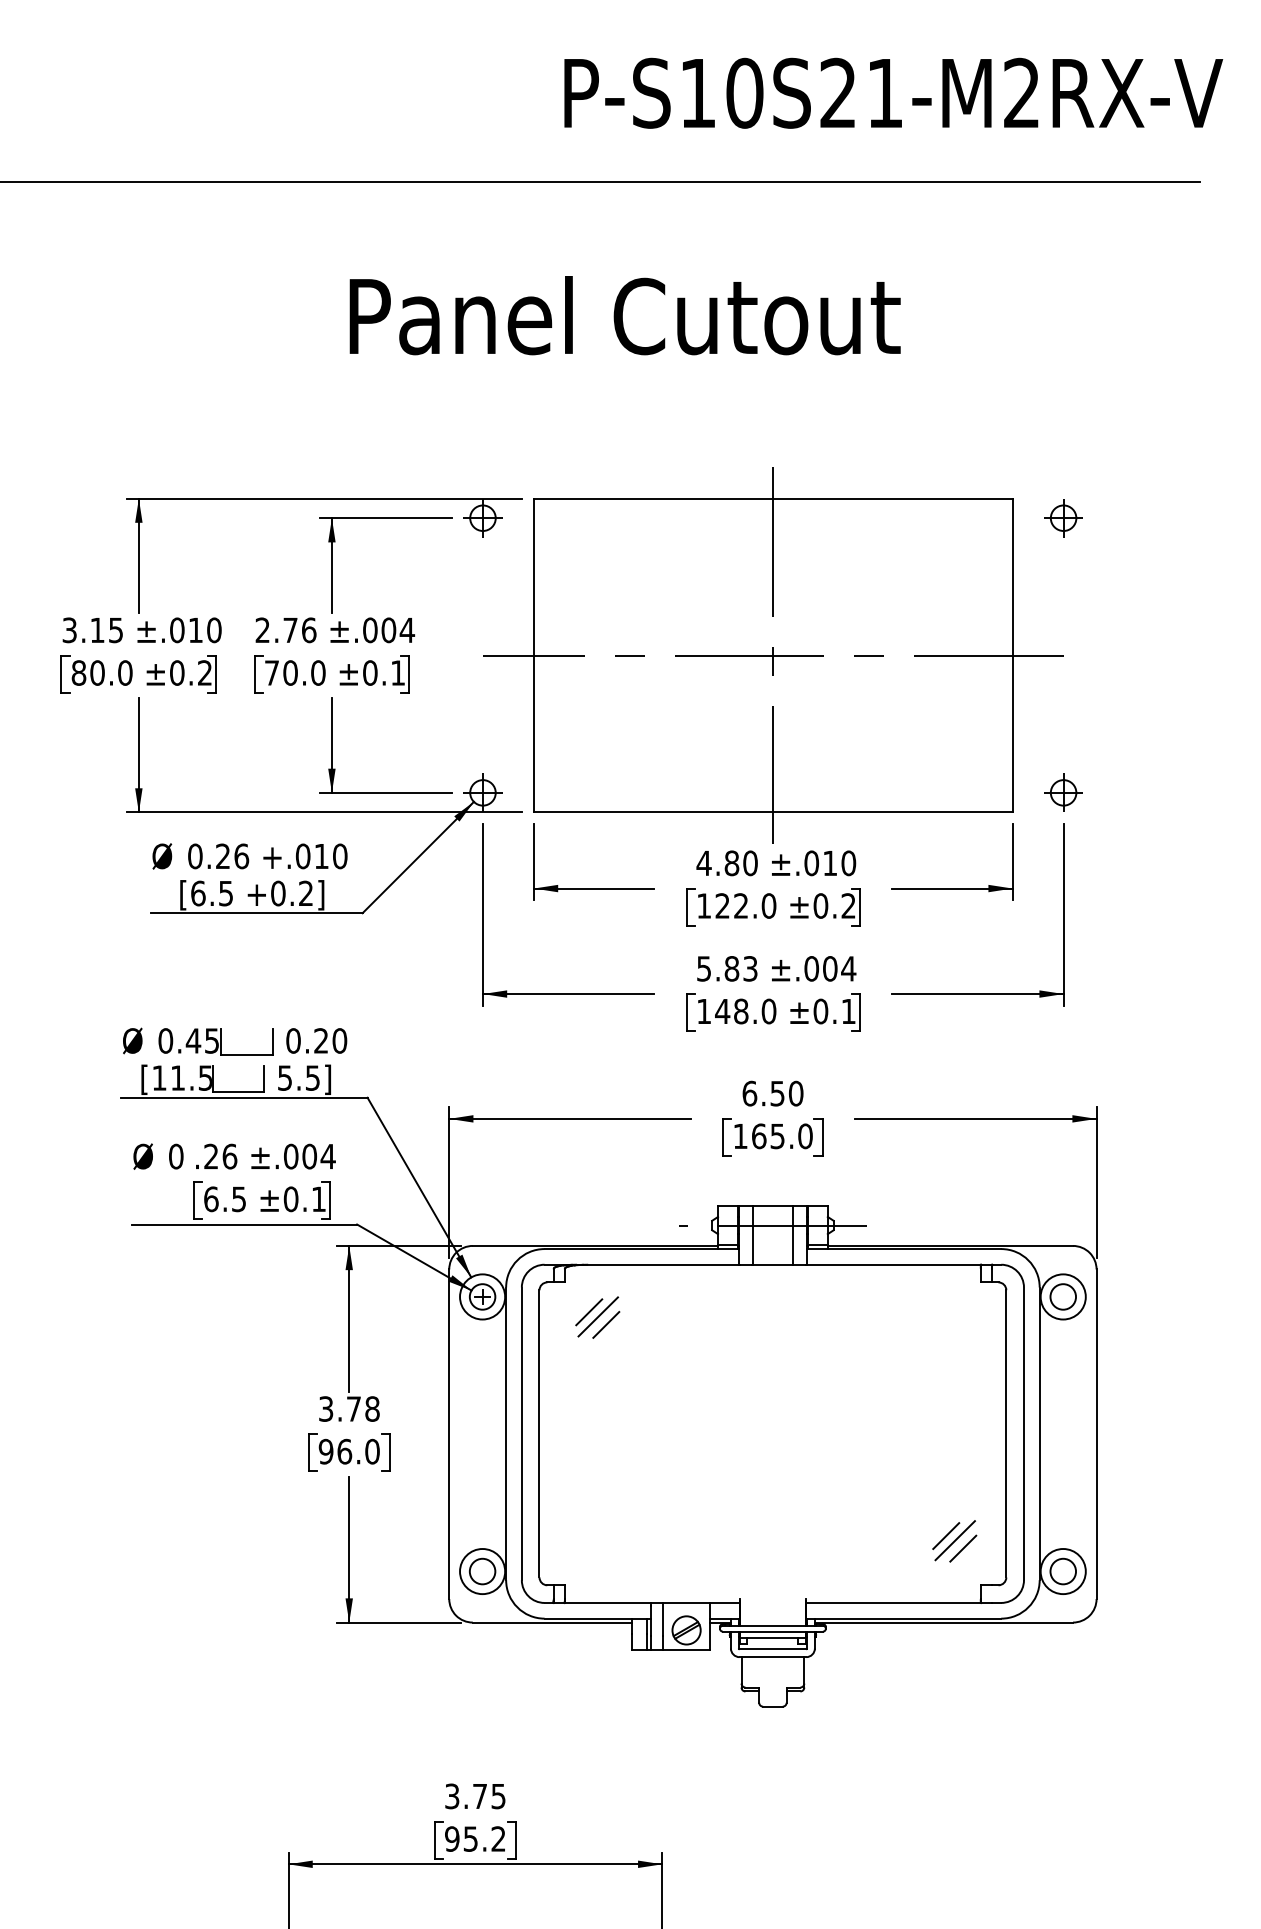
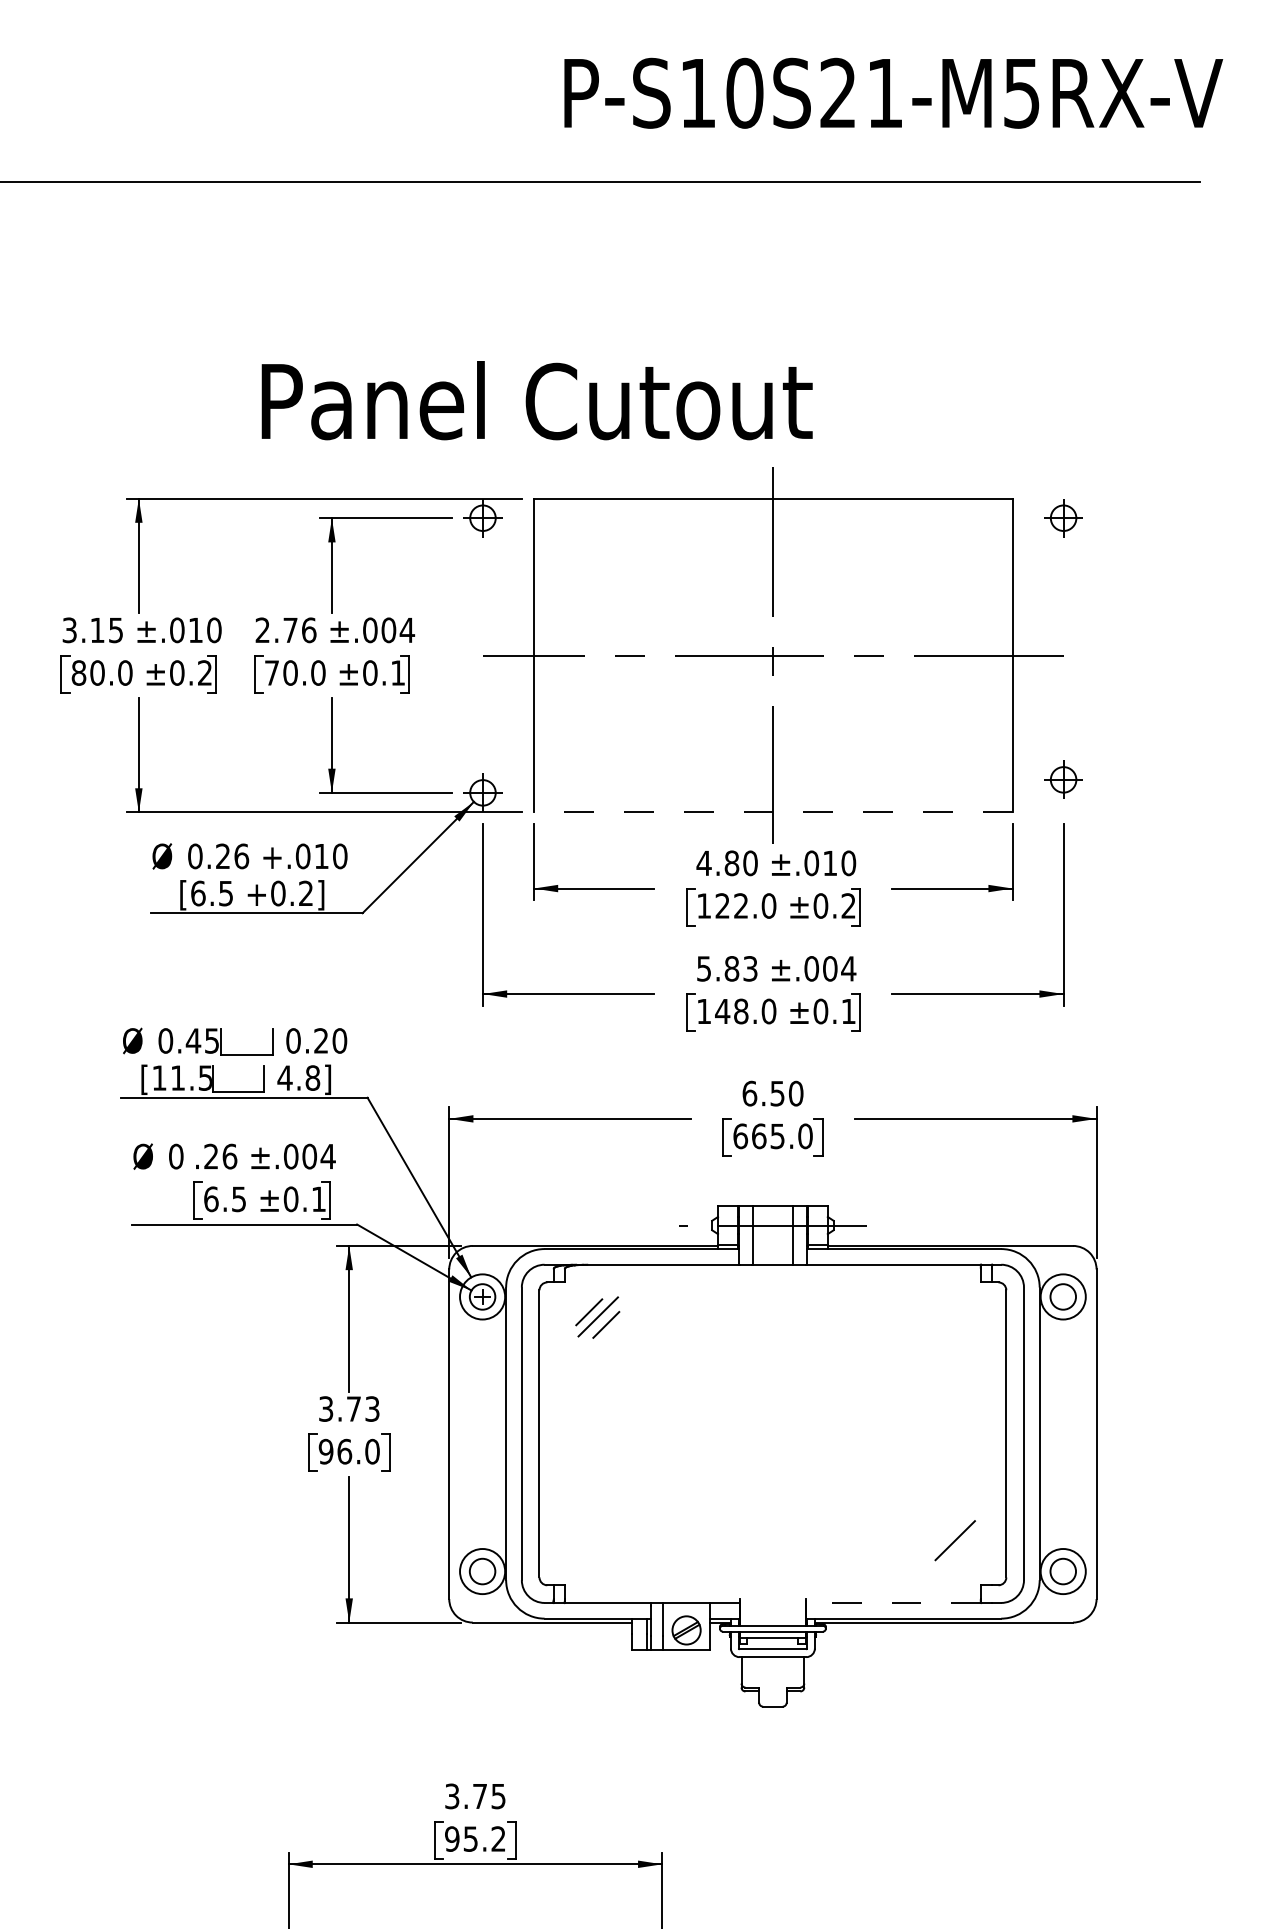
text at (1021, 92): P-S10S21-M2RX-V -> P-S10S21-M5RX-V
text at (624, 315) position: (624, 315) -> (536, 400)
part at (1063, 792) position: (1063, 792) -> (1063, 779)
line at (772, 812): solid -> dashed
text at (298, 1077): 5.5] -> 4.8]
text at (740, 1136): 165.0 -> 665.0
text at (372, 1408): 3.78 -> 3.73
line at (946, 1536): present -> none
line at (963, 1548): present -> none
line at (893, 1602): solid -> dashed
